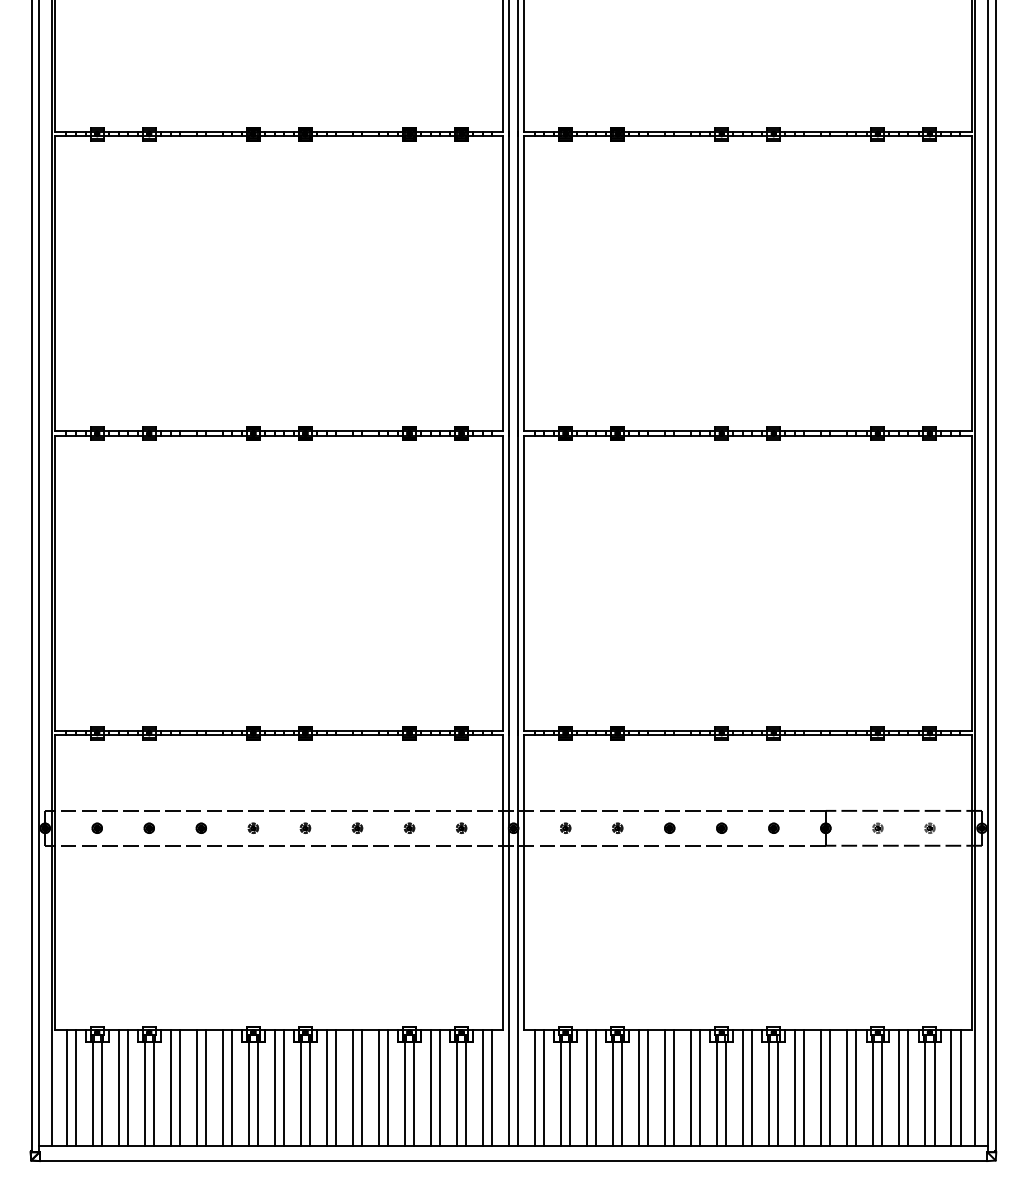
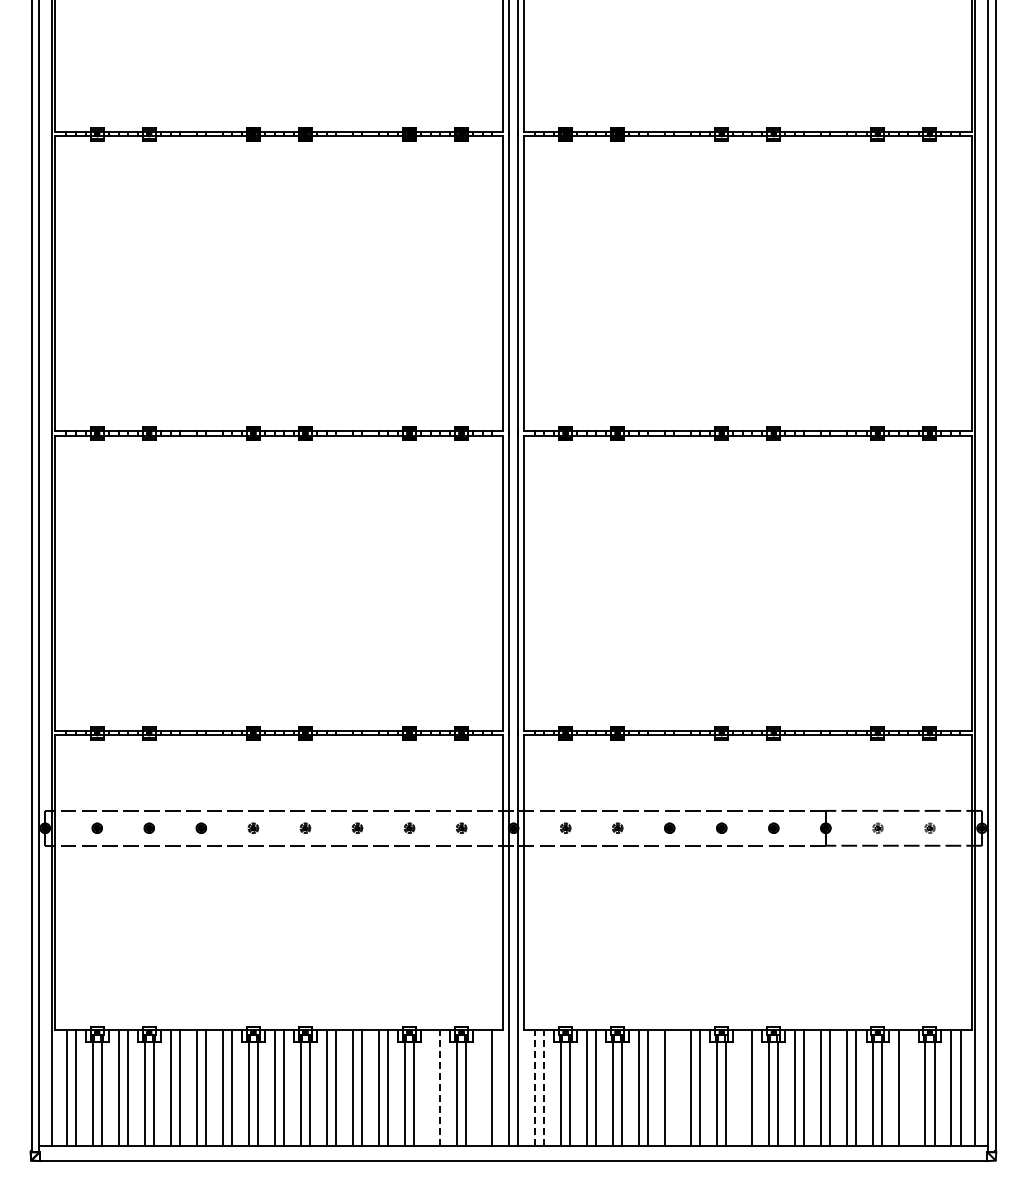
line at (430, 1087): present -> none
line at (483, 1087): present -> none
line at (674, 1087): present -> none
line at (743, 1087): present -> none
line at (908, 1087): present -> none
line at (440, 1088): solid -> dashed
line at (535, 1088): solid -> dashed
line at (544, 1088): solid -> dashed
